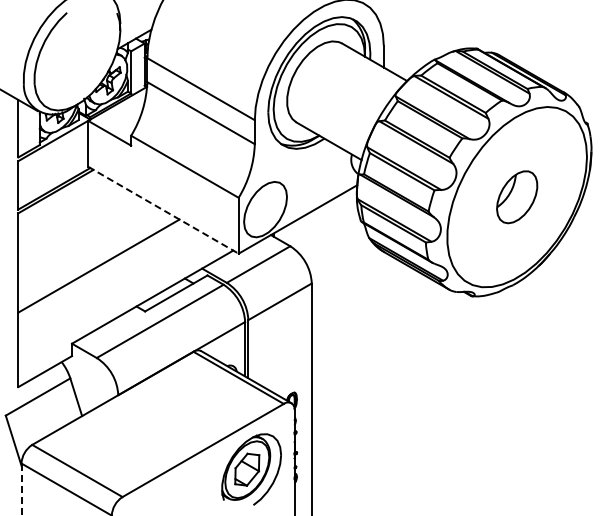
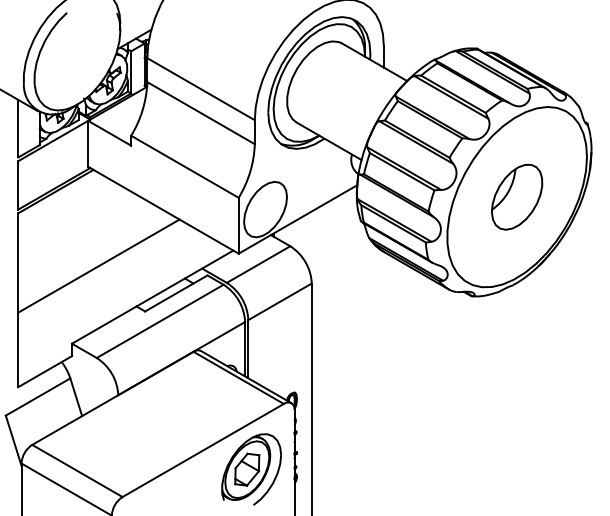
part at (517, 197) size: 43x55 px -> 53x67 px
line at (163, 210): dashed -> solid
line at (21, 489): dashed -> solid
